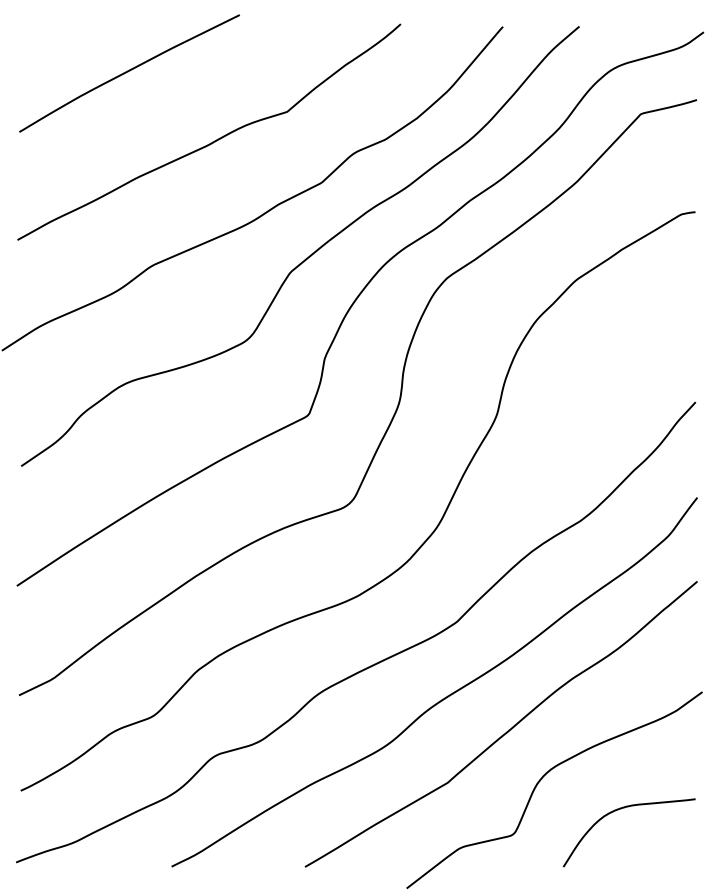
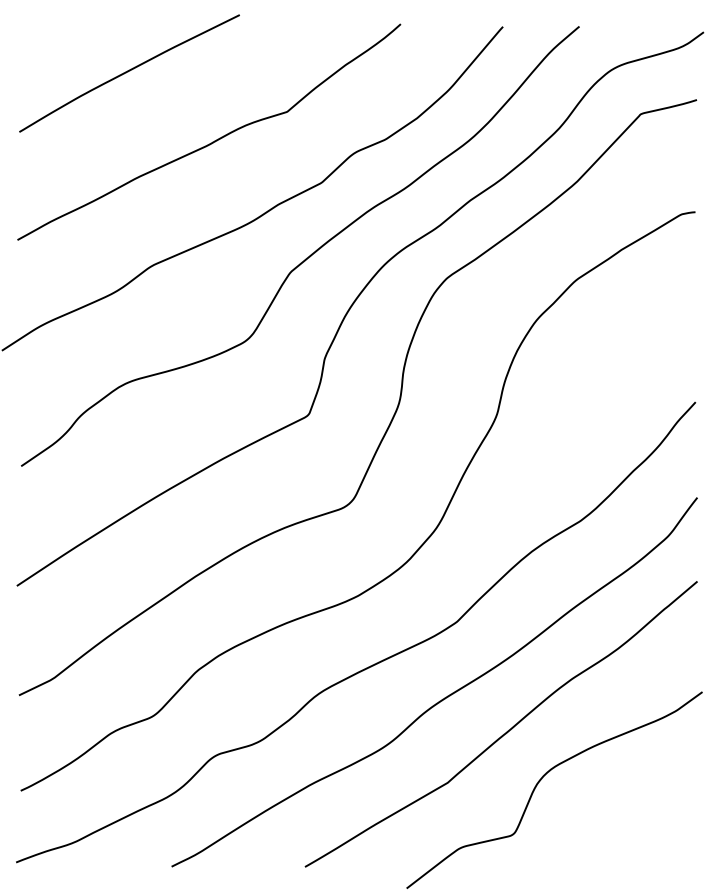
curve at (621, 809): present -> none
